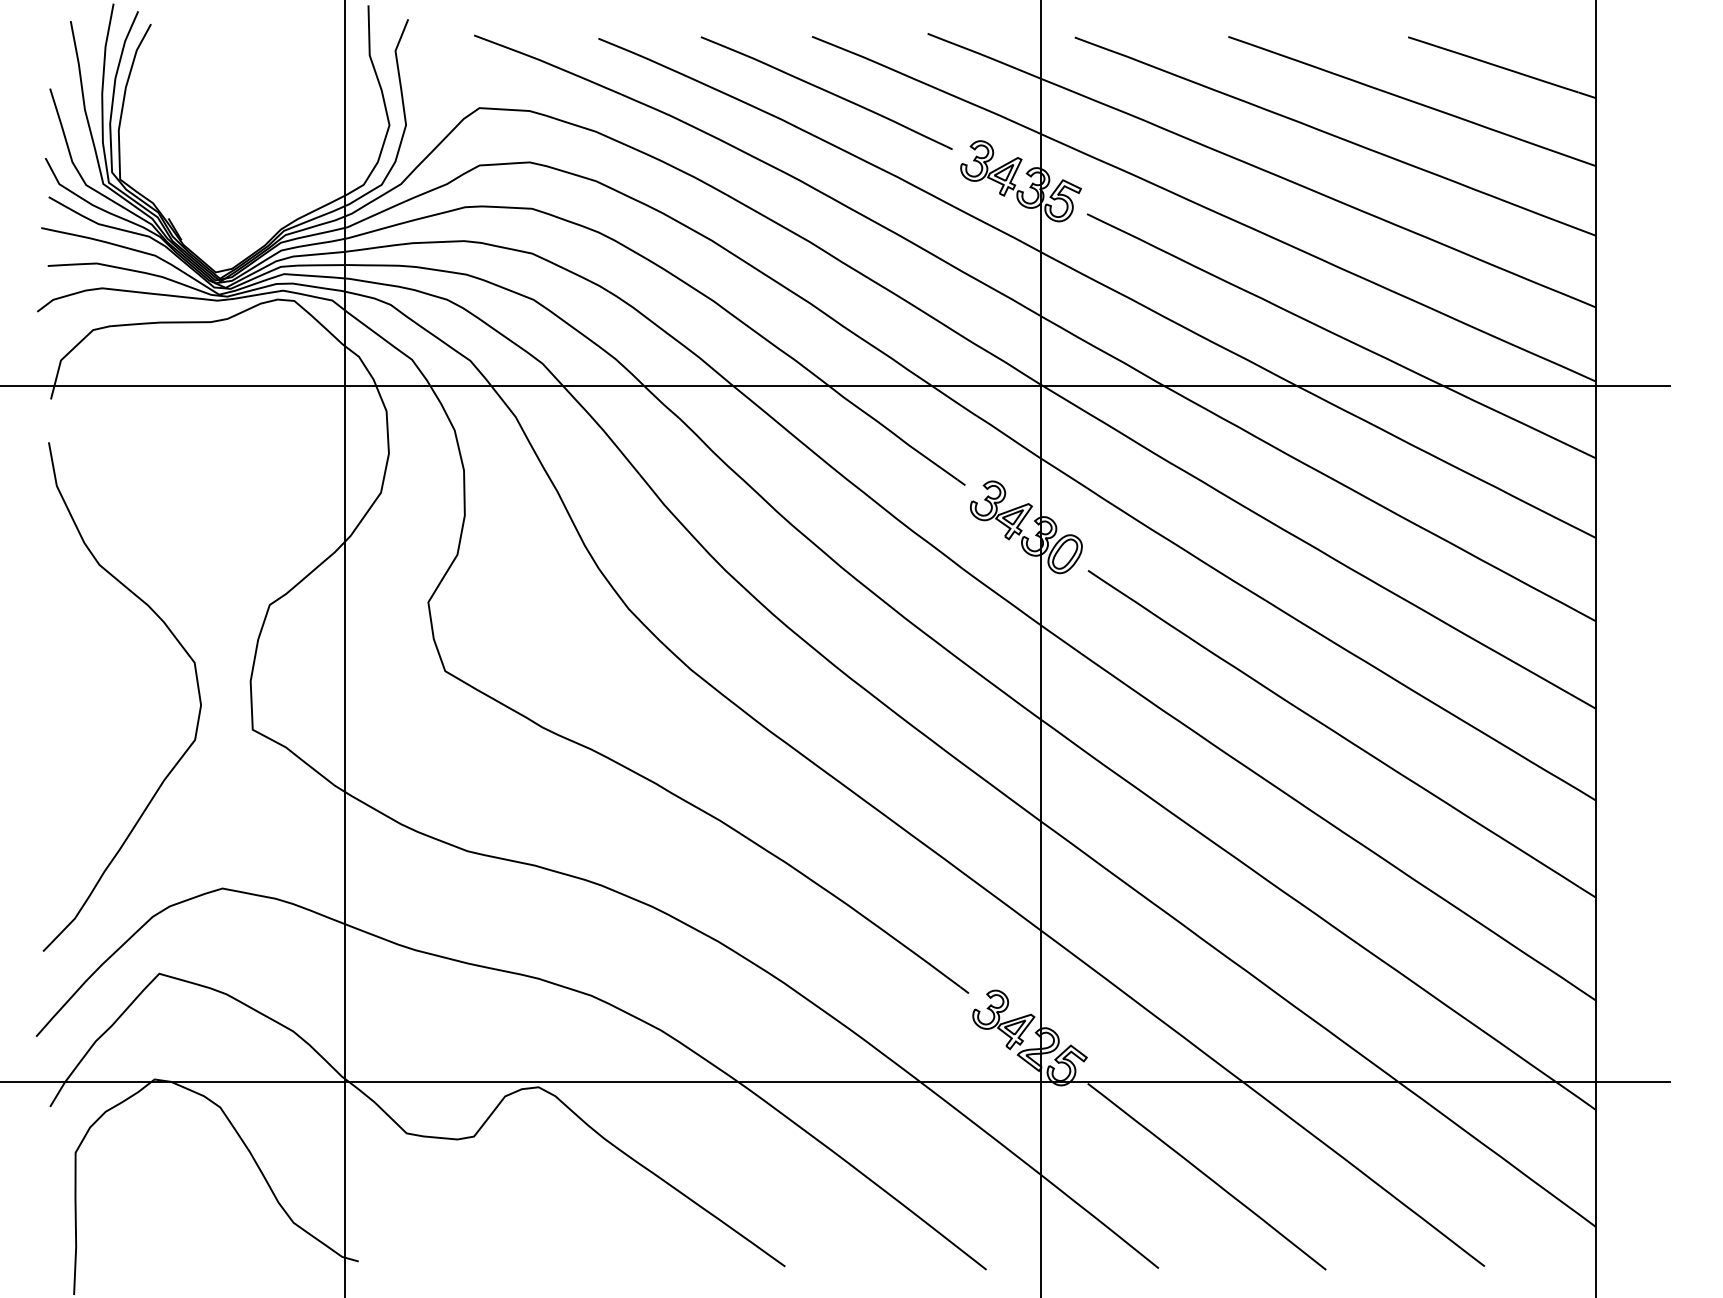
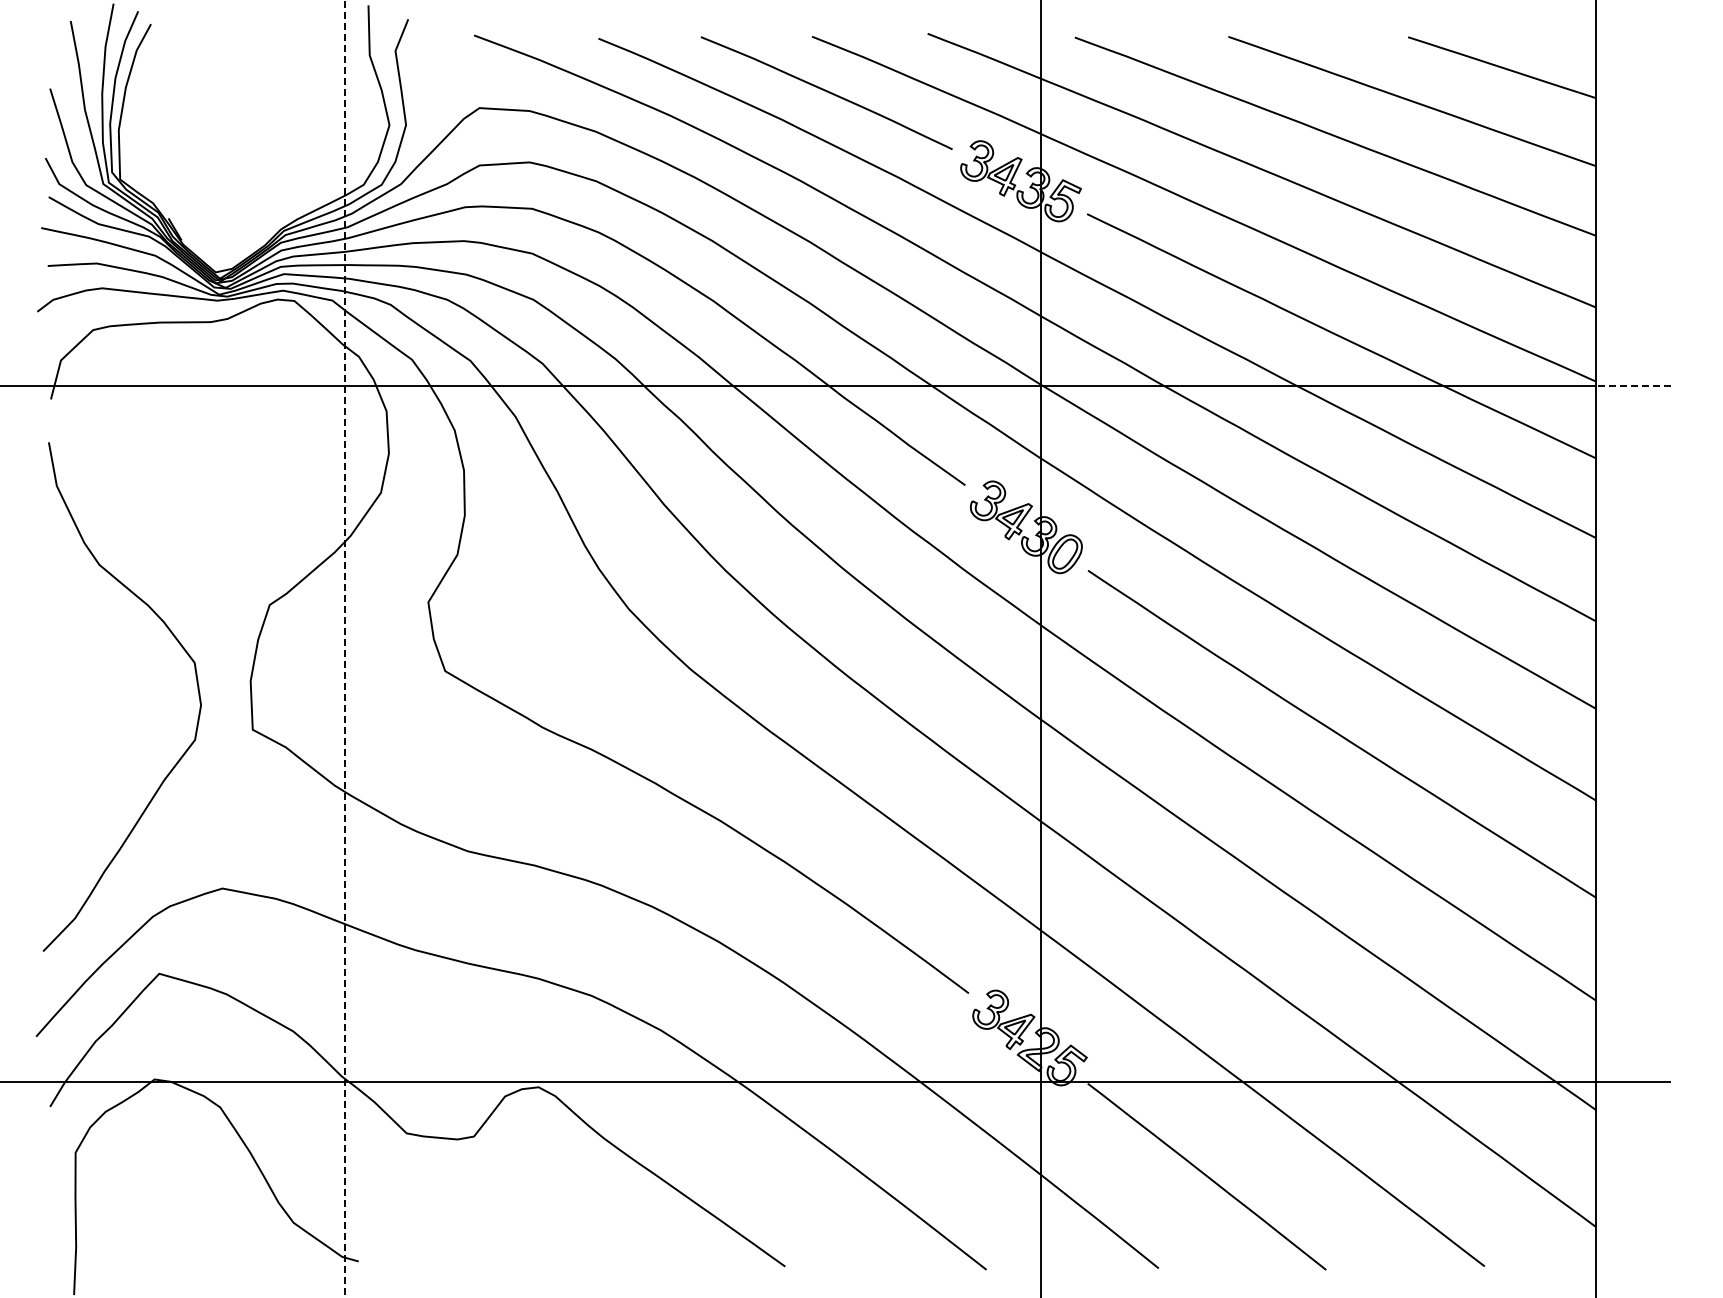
line at (1633, 386): solid -> dashed
line at (344, 649): solid -> dashed
